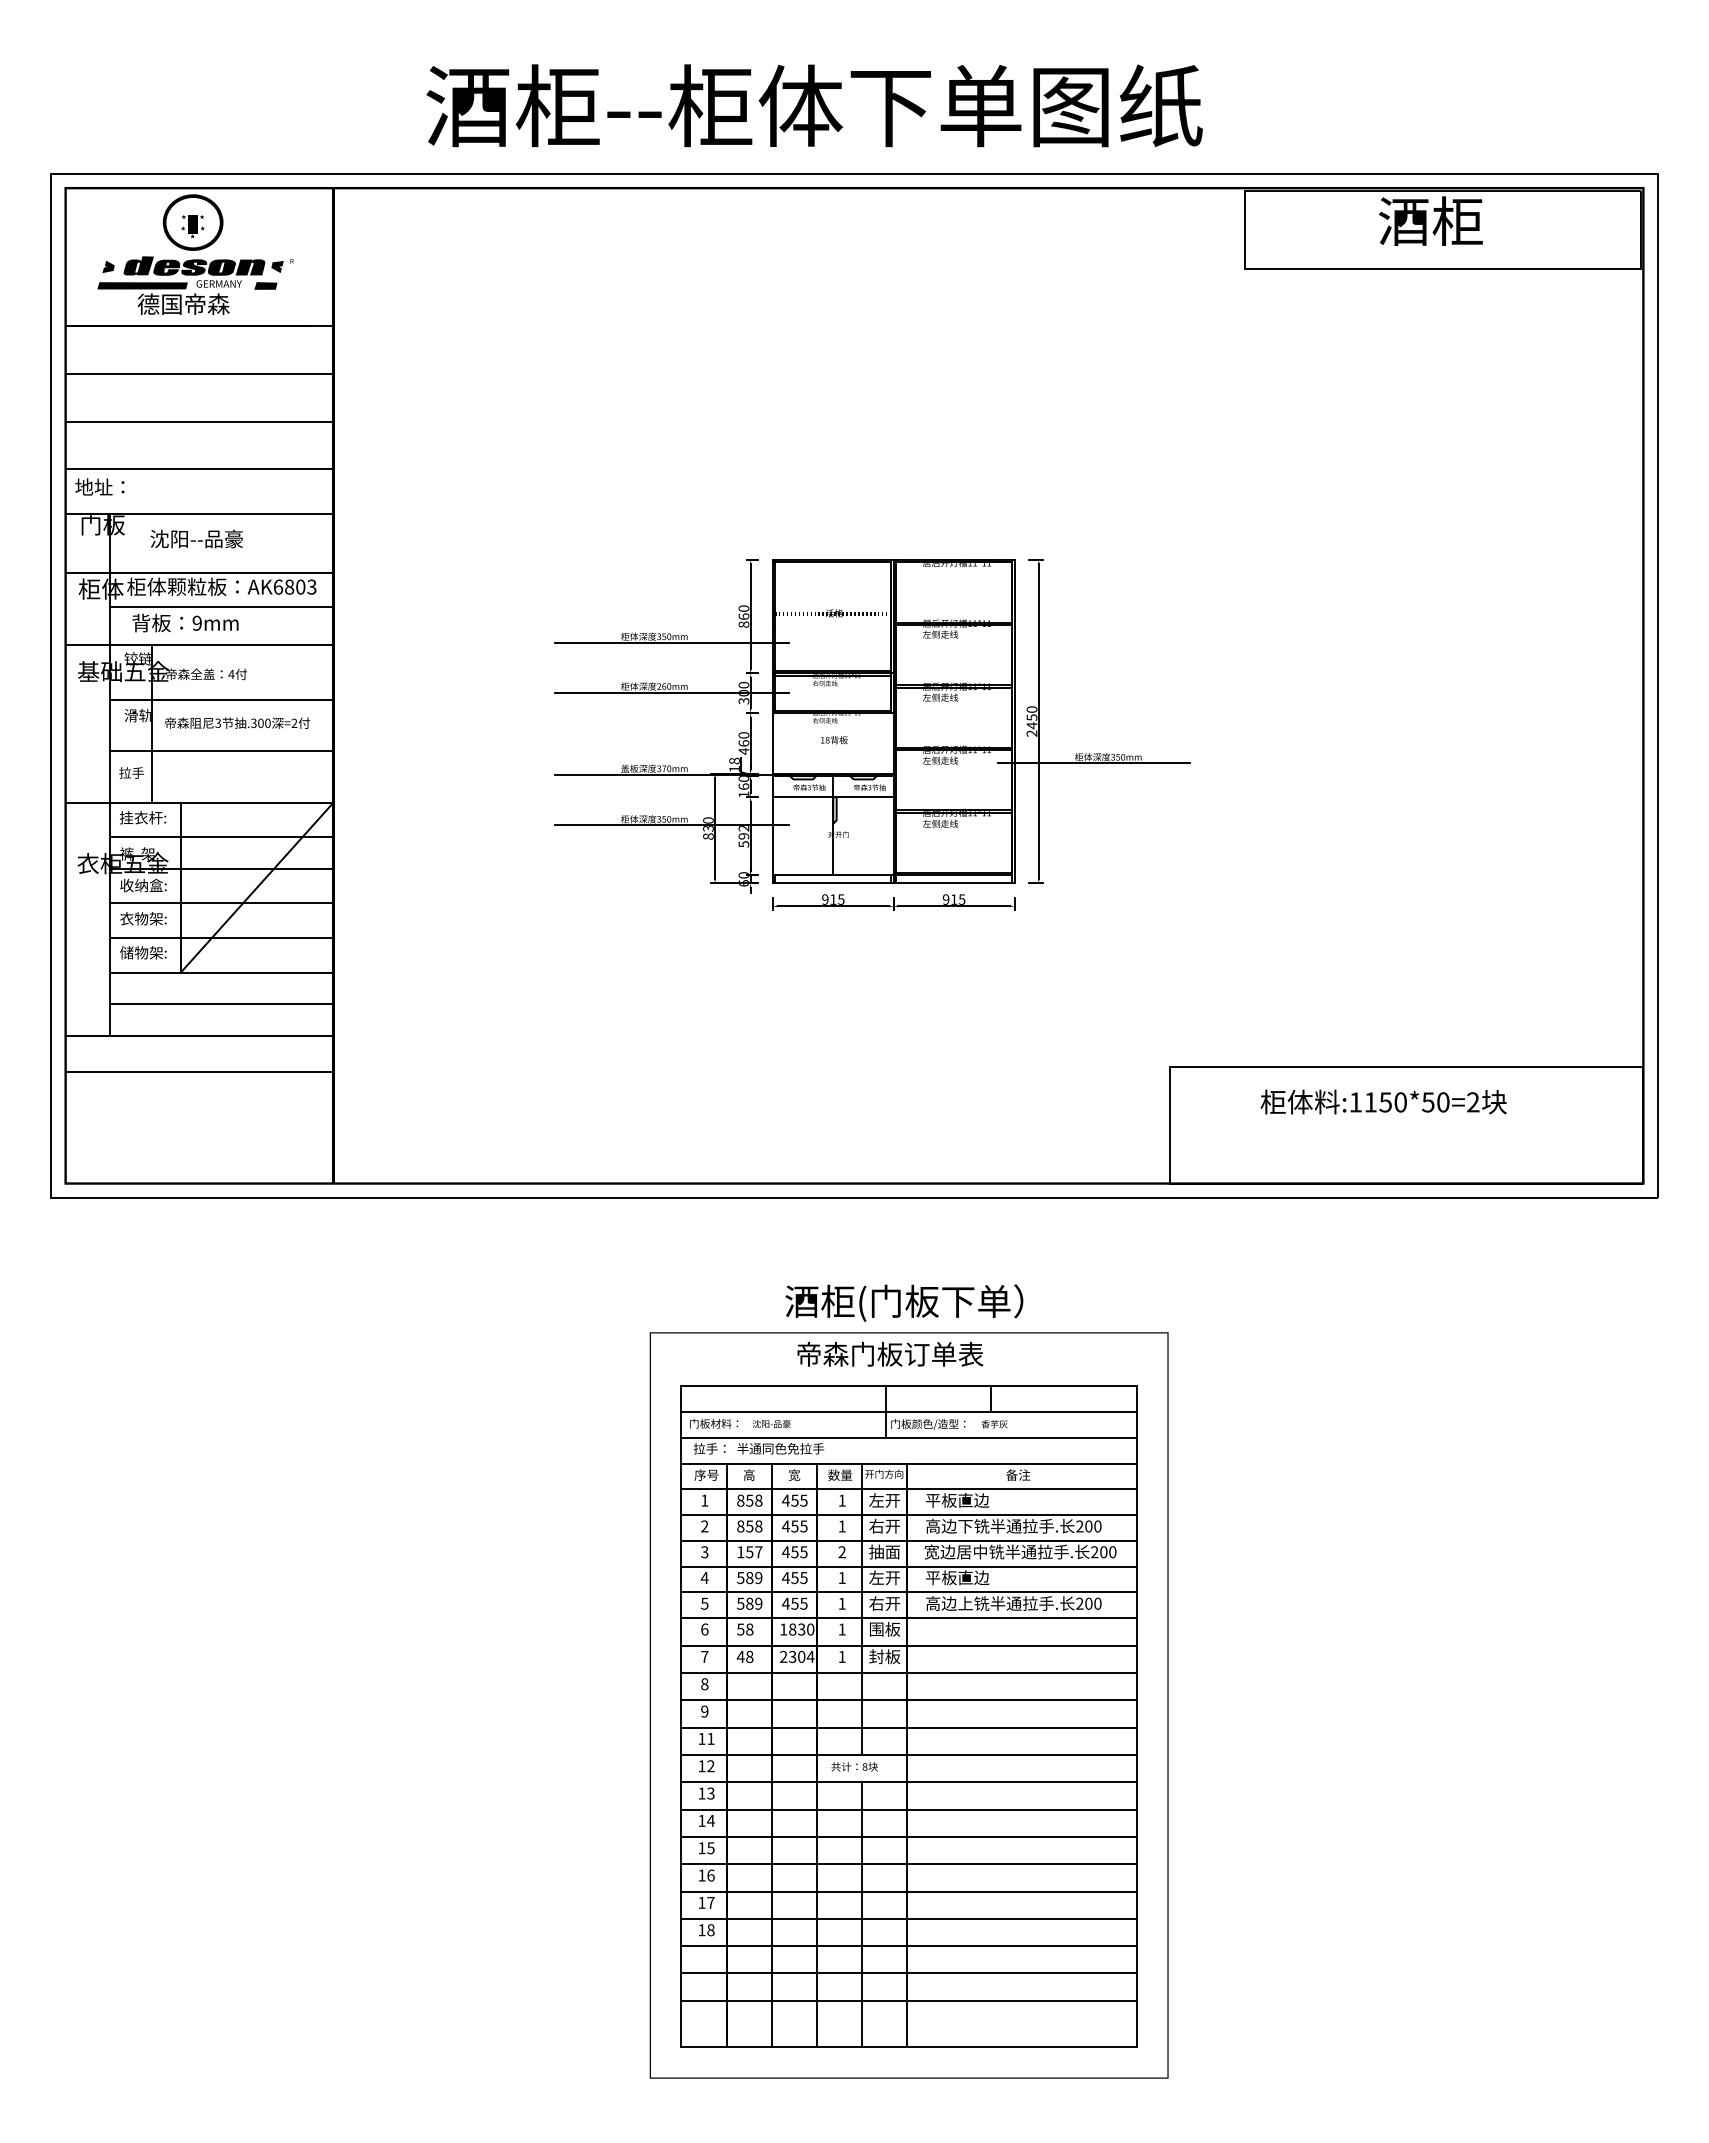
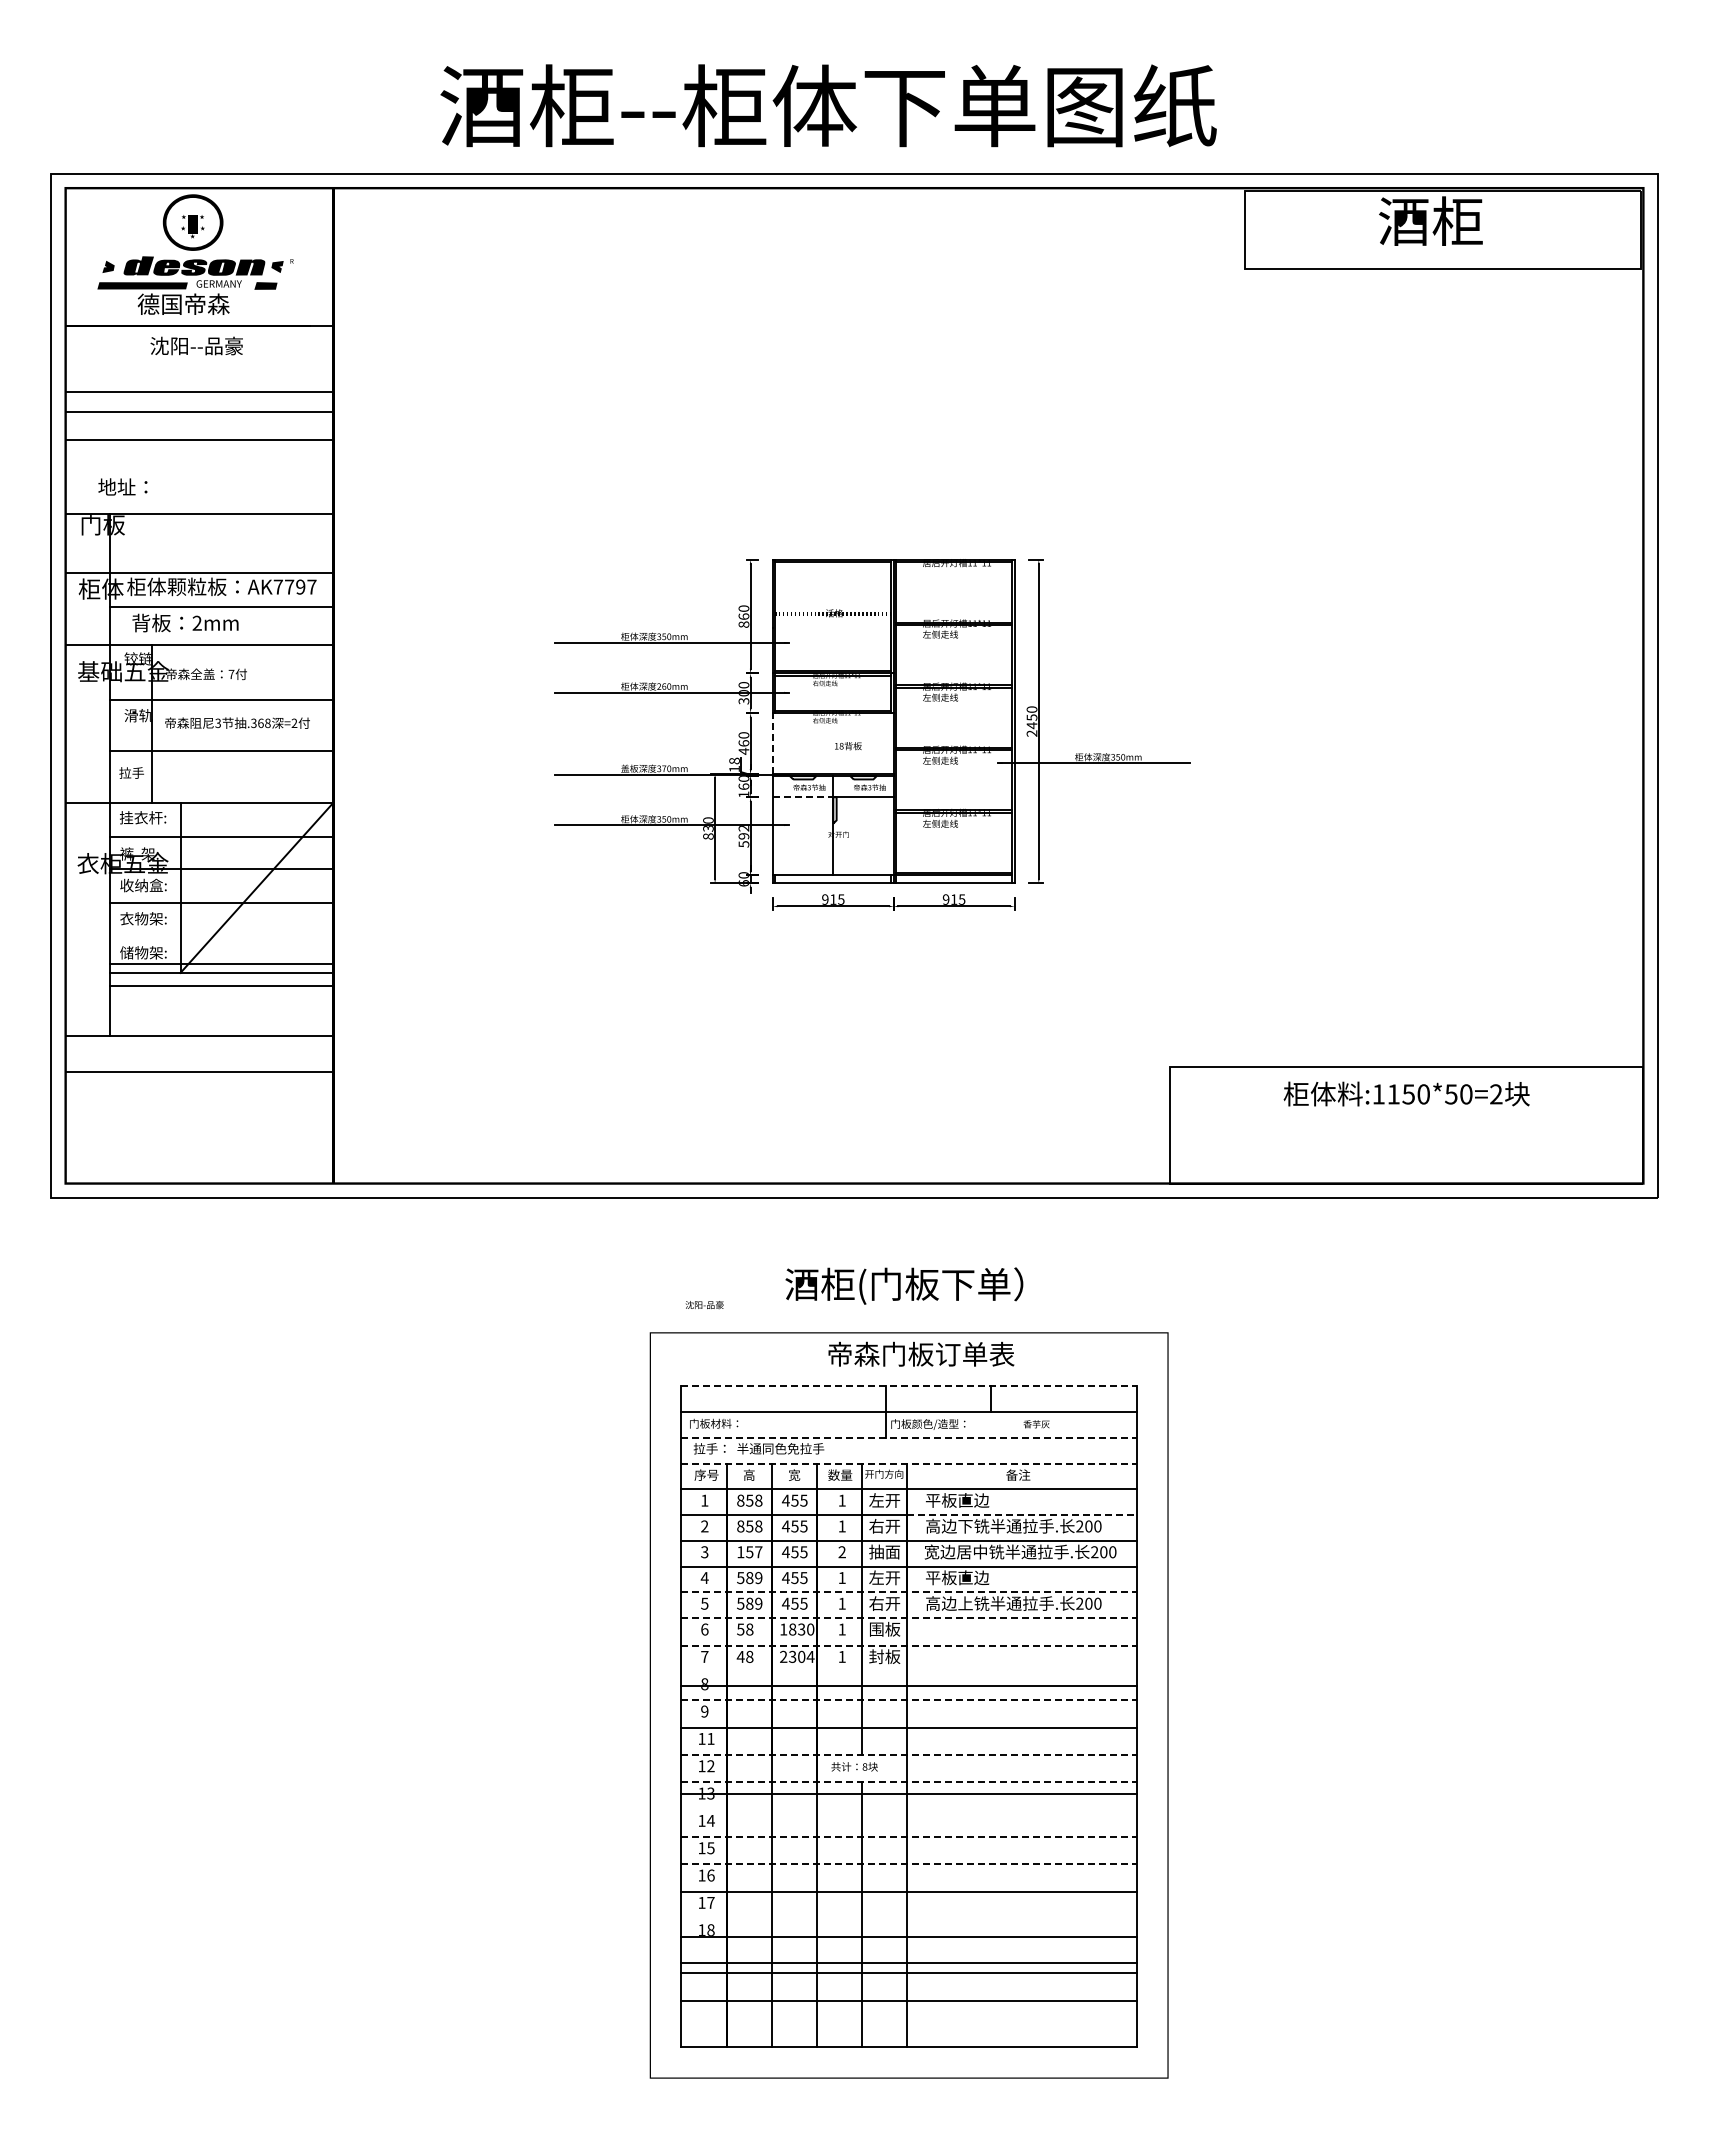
text at (814, 105) position: (814, 105) -> (828, 105)
line at (199, 374) position: (199, 374) -> (199, 412)
line at (200, 422) position: (200, 422) -> (200, 392)
line at (199, 468) position: (199, 468) -> (199, 439)
text at (99, 486) position: (99, 486) -> (122, 486)
text at (196, 538) position: (196, 538) -> (196, 345)
text at (294, 586): AK6803 -> AK7797
text at (196, 623): 9mm -> 2mm
text at (231, 673): 4 -> 7
text at (264, 722): .300 -> .368
text at (834, 740) position: (834, 740) -> (848, 746)
line at (772, 742): solid -> dashed
line at (803, 797): solid -> dashed
line at (221, 938) position: (221, 938) -> (221, 964)
line at (221, 1004) position: (221, 1004) -> (221, 986)
text at (1383, 1101) position: (1383, 1101) -> (1406, 1093)
text at (904, 1302) position: (904, 1302) -> (904, 1285)
text at (890, 1353) position: (890, 1353) -> (921, 1353)
line at (909, 1386): solid -> dashed
text at (771, 1424) position: (771, 1424) -> (704, 1305)
text at (994, 1424) position: (994, 1424) -> (1036, 1424)
line at (909, 1437): solid -> dashed
line at (909, 1463): solid -> dashed
line at (1022, 1515): solid -> dashed
line at (909, 1592): solid -> dashed
line at (909, 1618): solid -> dashed
line at (909, 1645): solid -> dashed
line at (908, 1672) position: (908, 1672) -> (908, 1685)
line at (909, 1700): solid -> dashed
line at (909, 1754): solid -> dashed
line at (909, 1782): solid -> dashed
line at (908, 1809) position: (908, 1809) -> (908, 1793)
line at (909, 1836): solid -> dashed
line at (909, 1864): solid -> dashed
line at (908, 1918) position: (908, 1918) -> (908, 1936)
line at (908, 1946) position: (908, 1946) -> (908, 1963)
